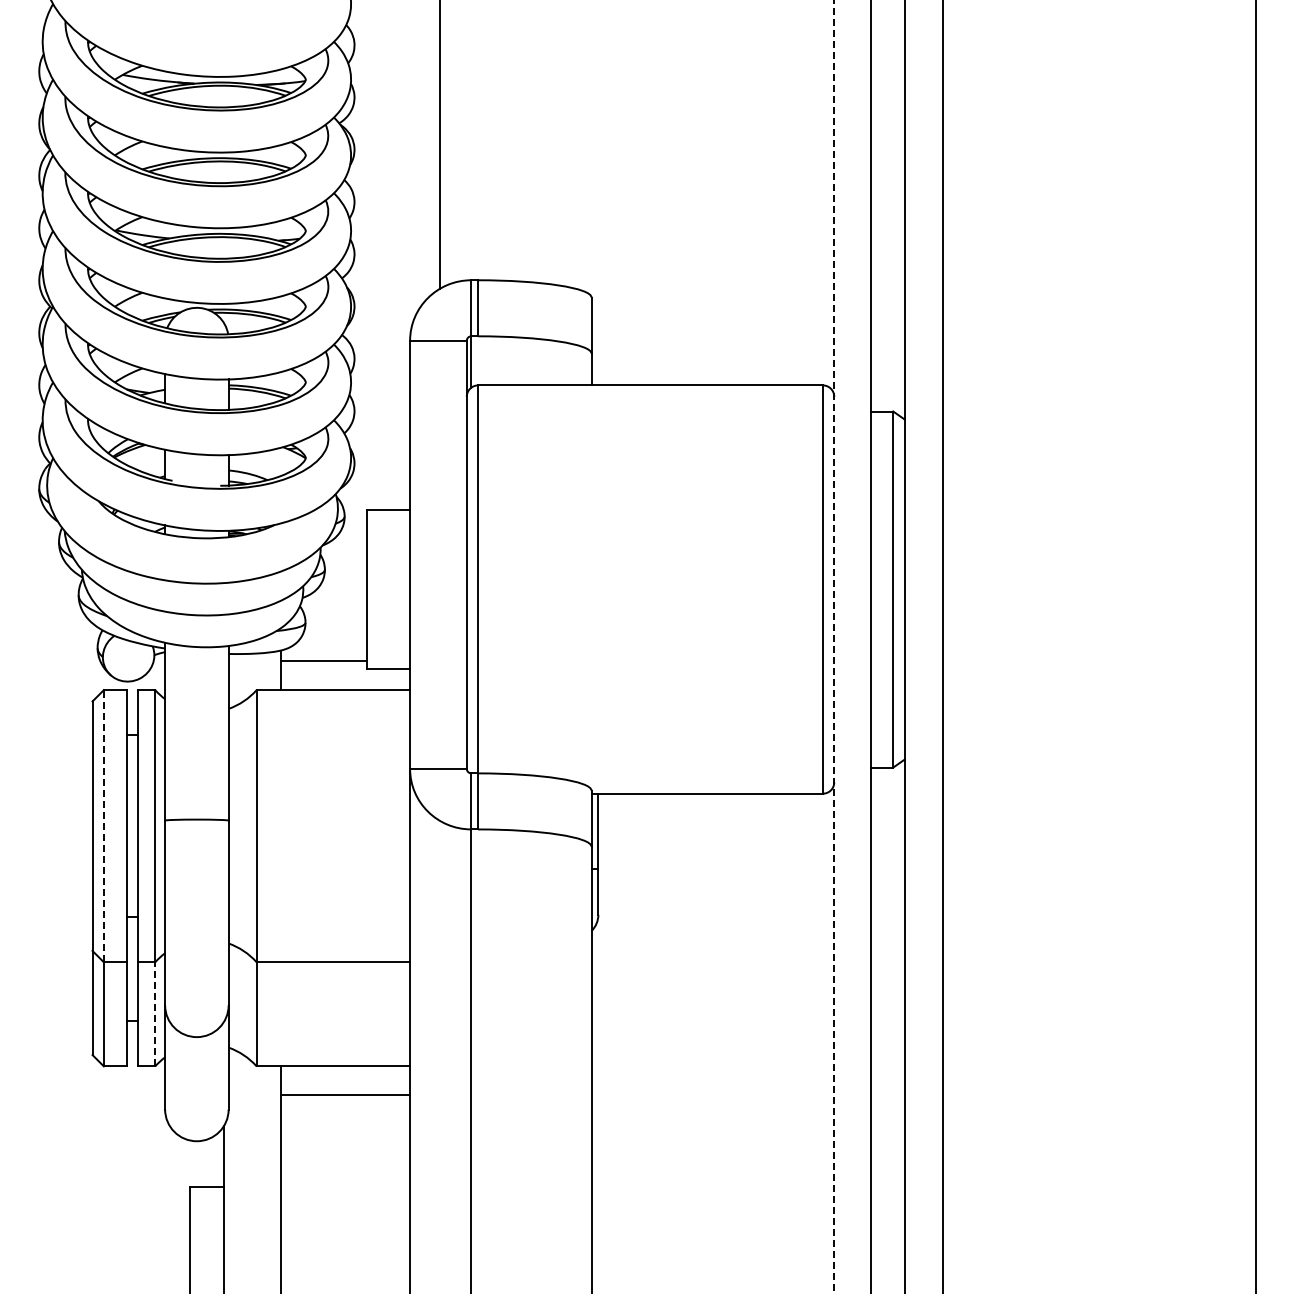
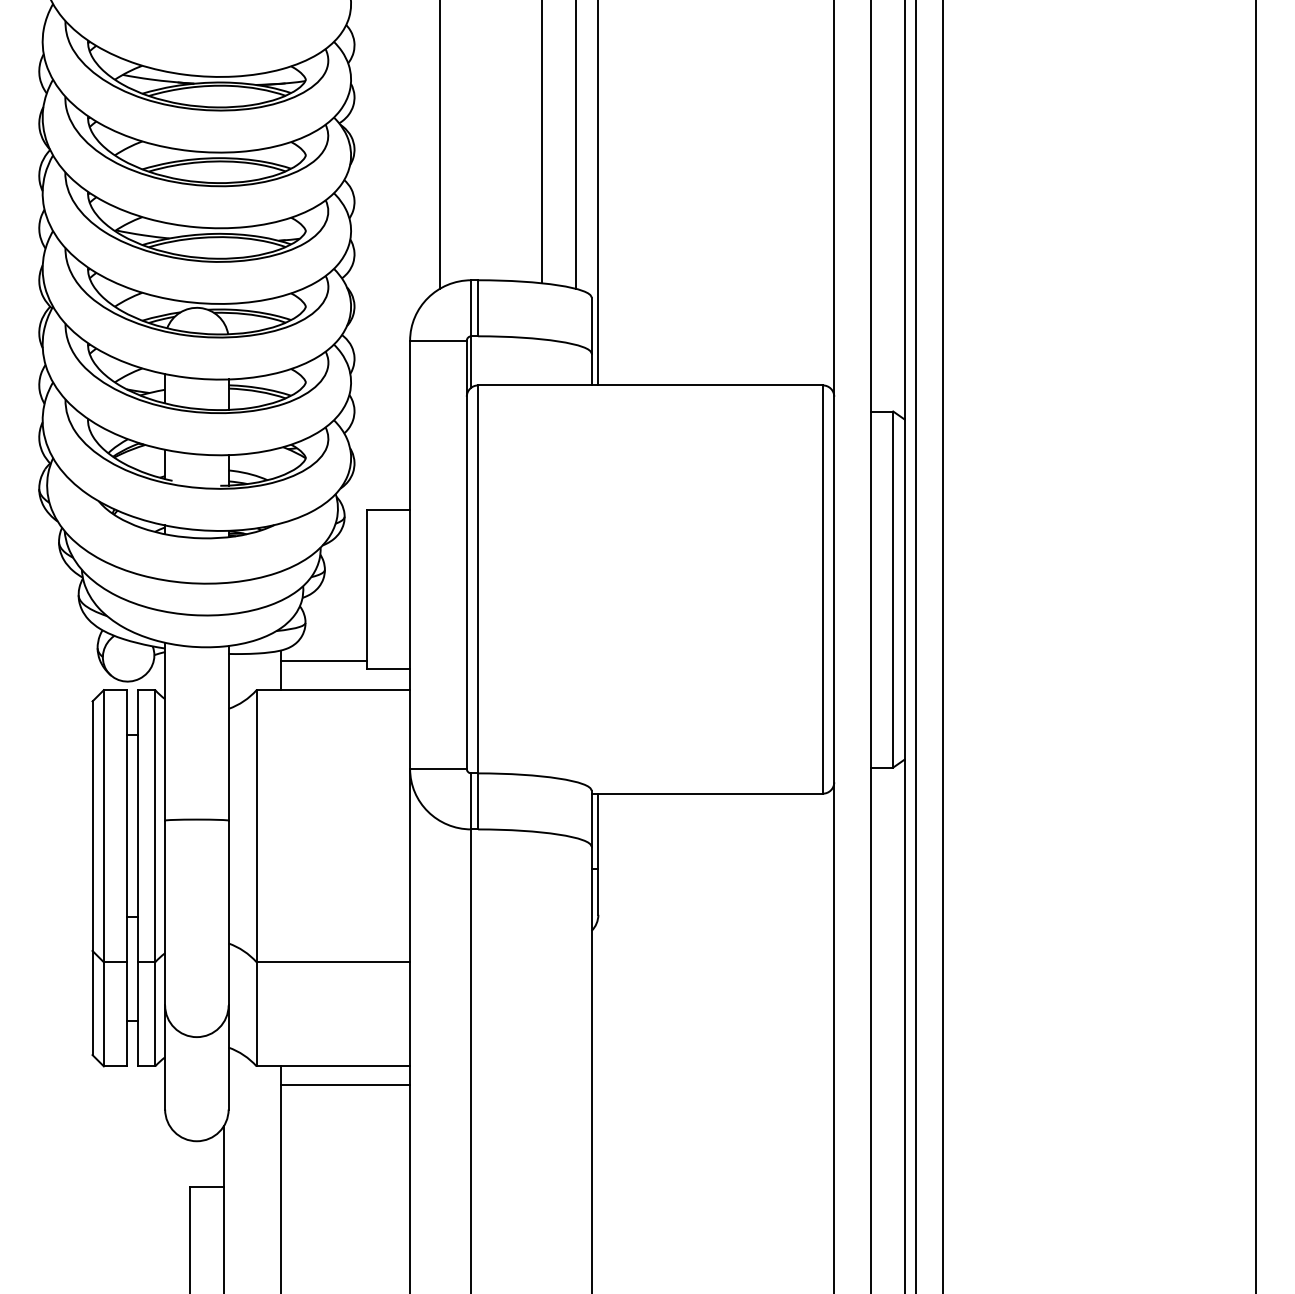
line at (541, 142): none -> present
line at (575, 145): none -> present
line at (598, 193): none -> present
line at (915, 646): none -> present
line at (834, 647): dashed -> solid
line at (103, 825): dashed -> solid
line at (155, 1013): dashed -> solid
line at (345, 1094) position: (345, 1094) -> (345, 1084)
